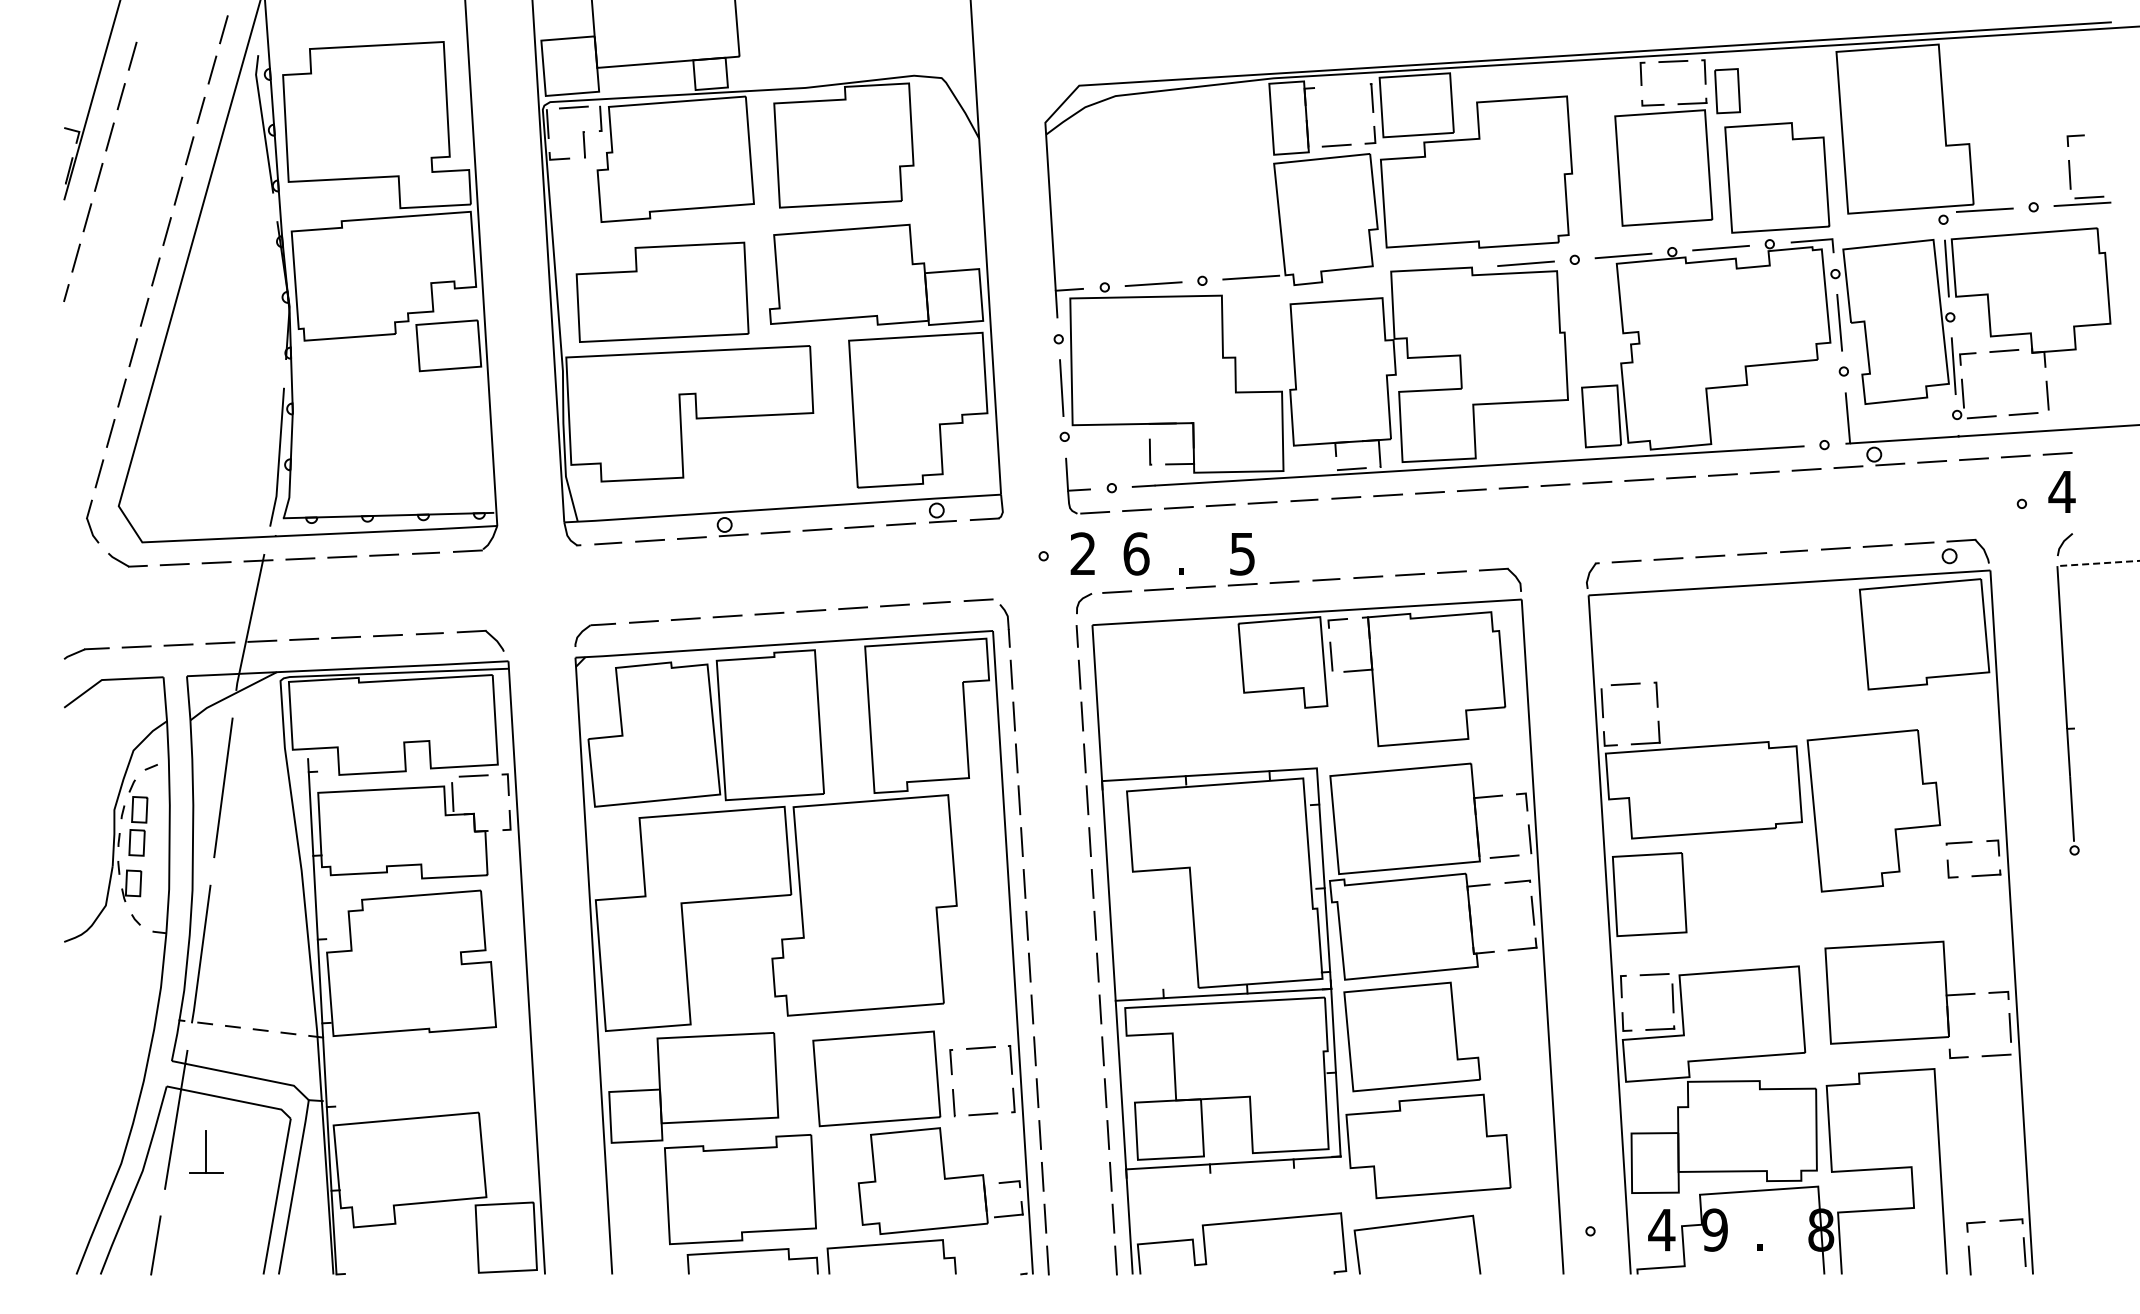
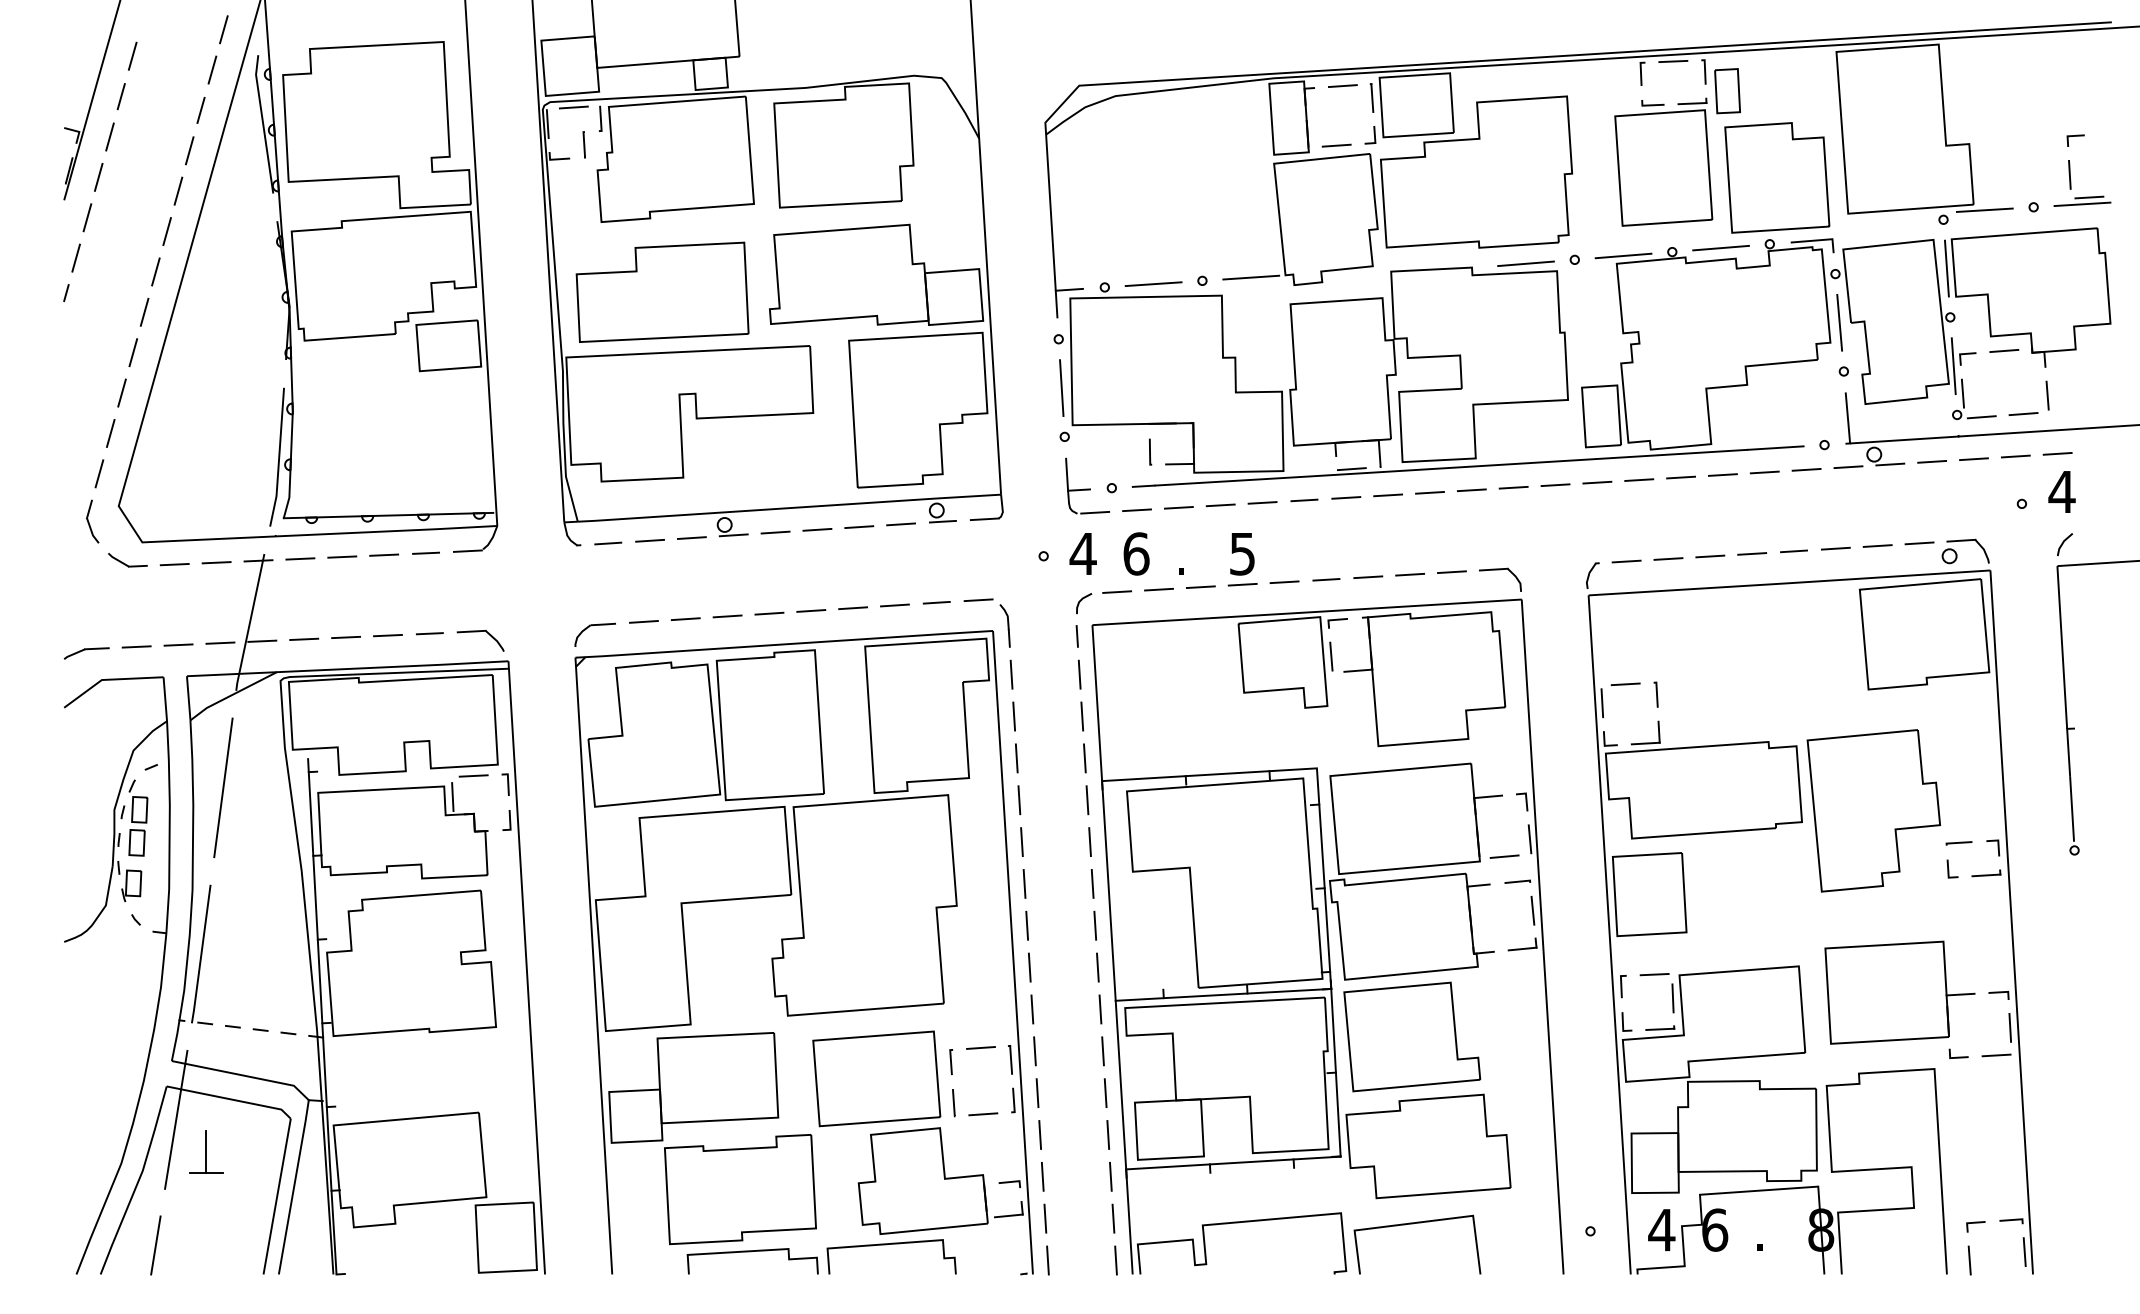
line at (1342, 86): none -> present
text at (1082, 553): 2 -> 4
line at (2098, 563): dashed -> solid
text at (1715, 1229): 9 -> 6
